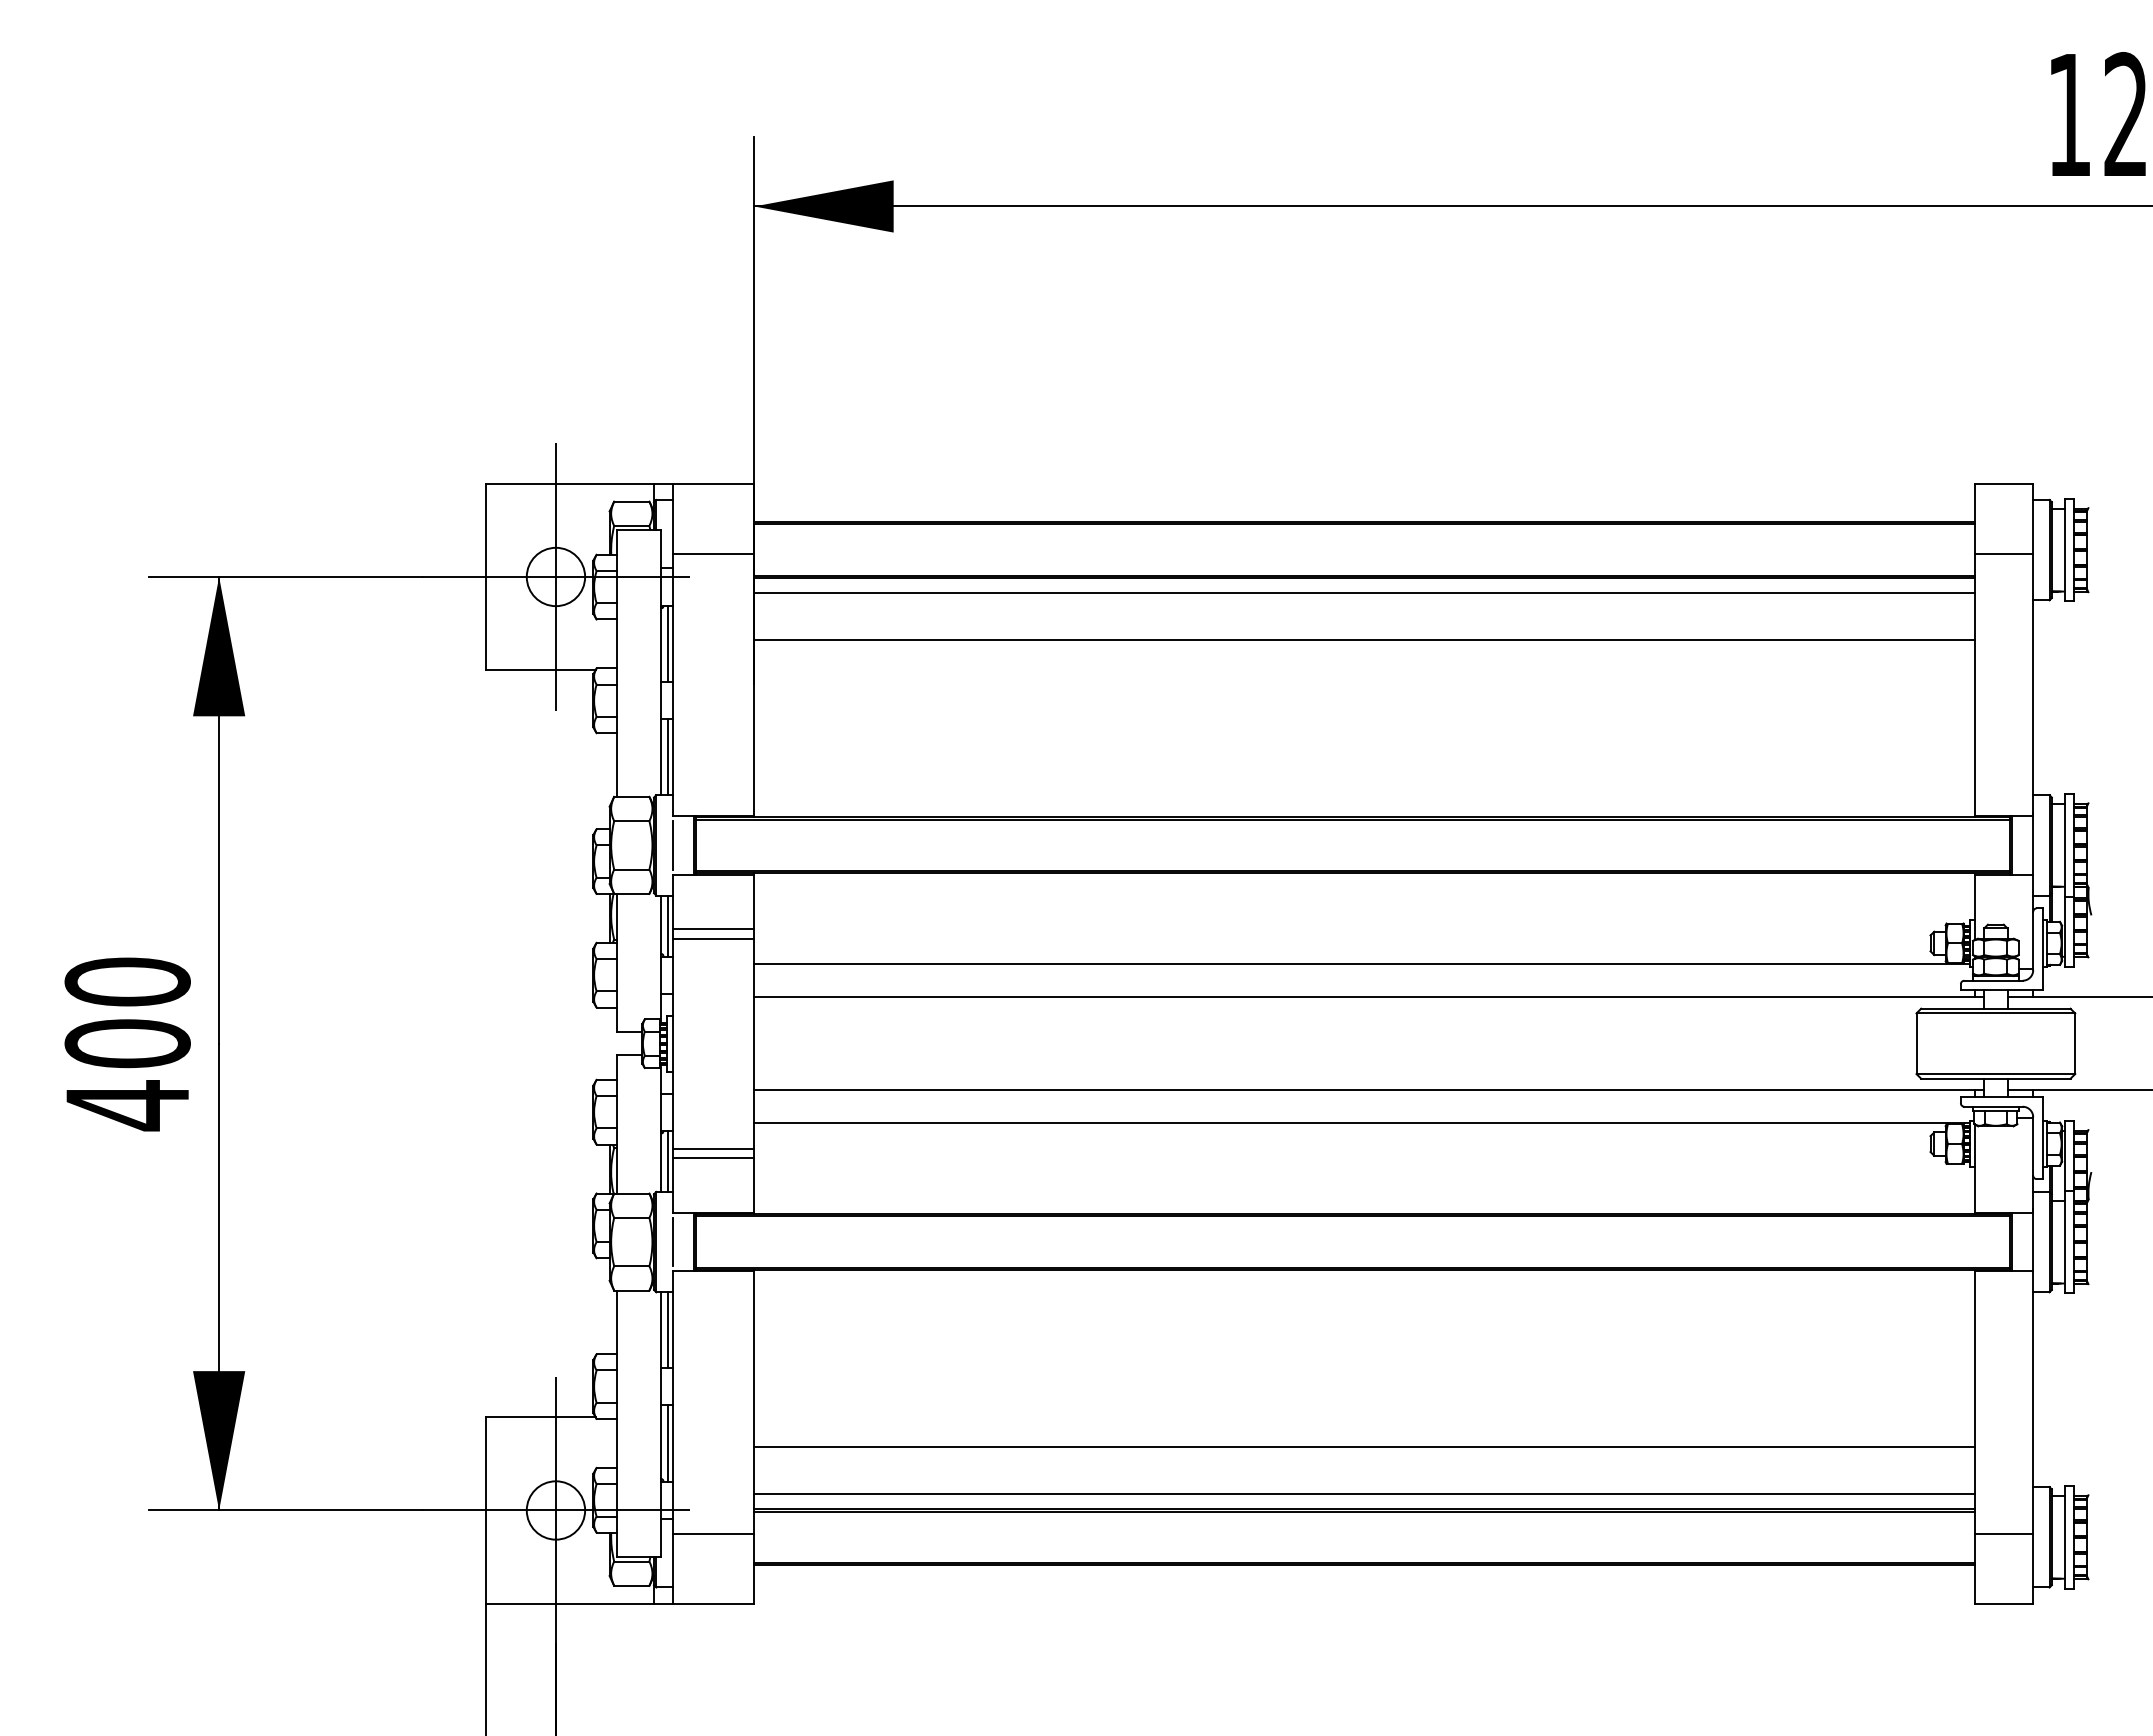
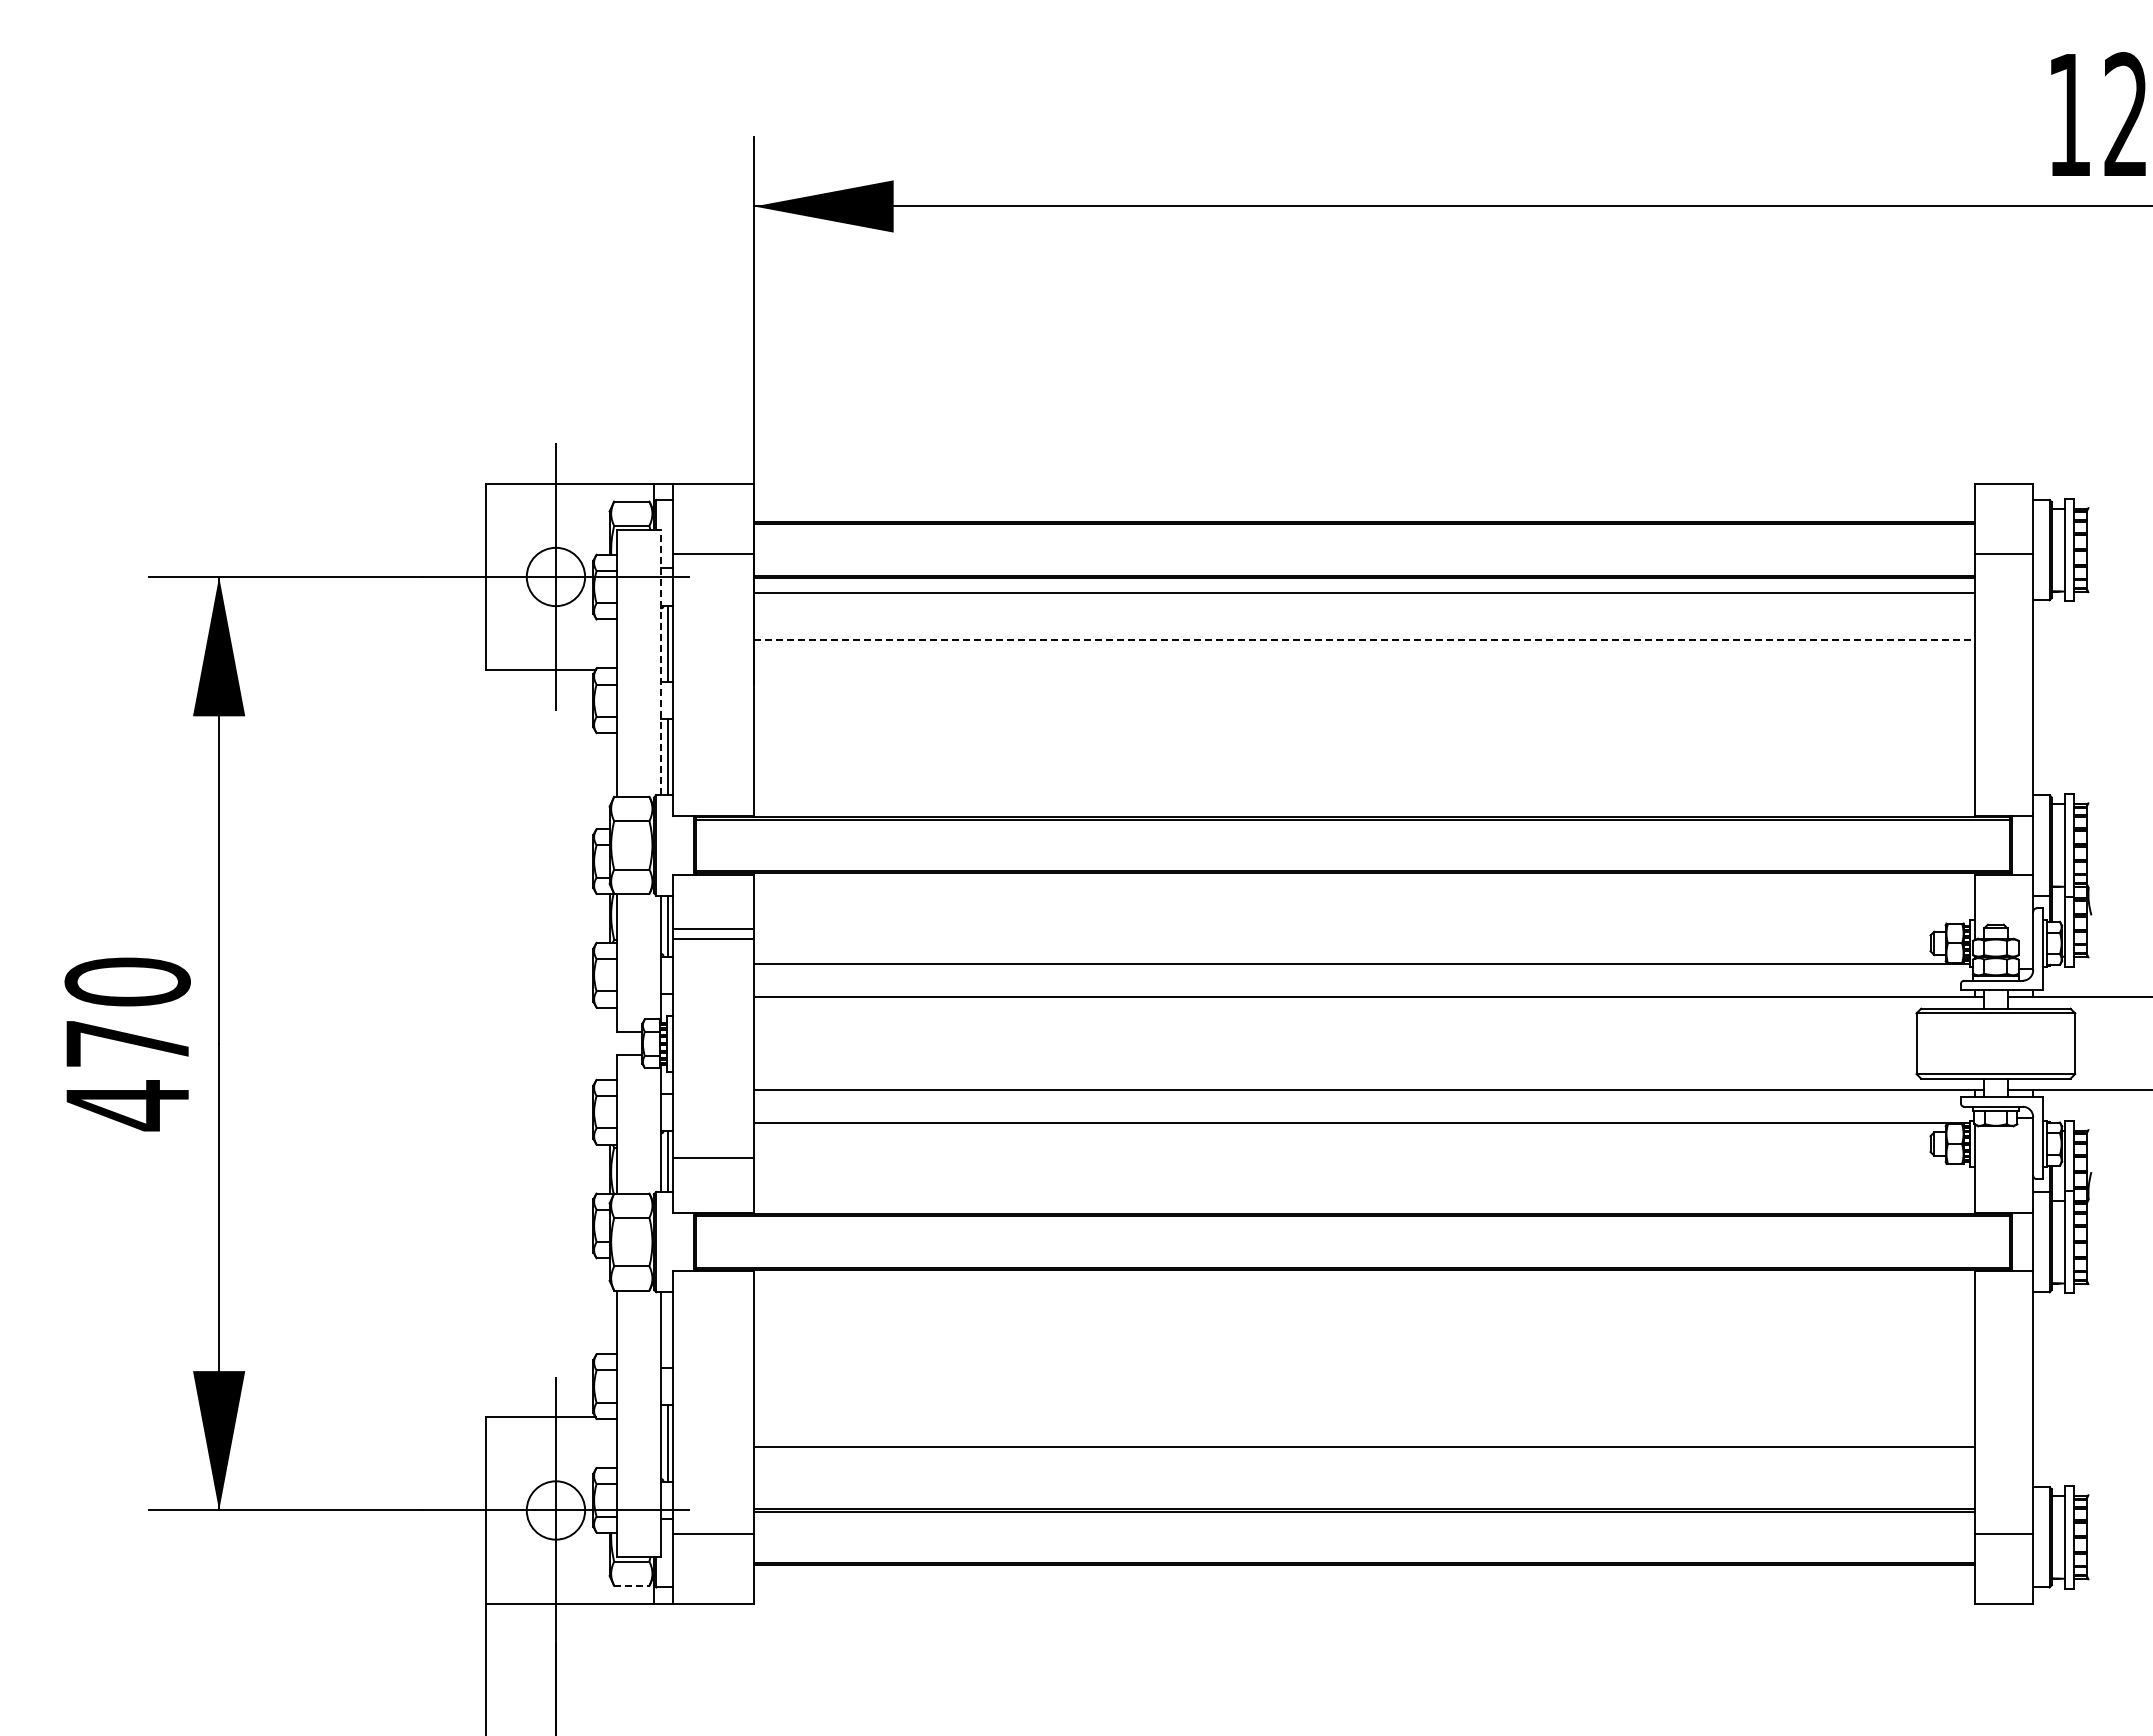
line at (1365, 640): solid -> dashed
line at (660, 662): solid -> dashed
line at (672, 845): present -> none
text at (127, 1043): 400 -> 470
line at (713, 1148): present -> none
line at (672, 1241): present -> none
line at (667, 1329): present -> none
line at (1364, 1494): present -> none
line at (631, 1585): solid -> dashed
